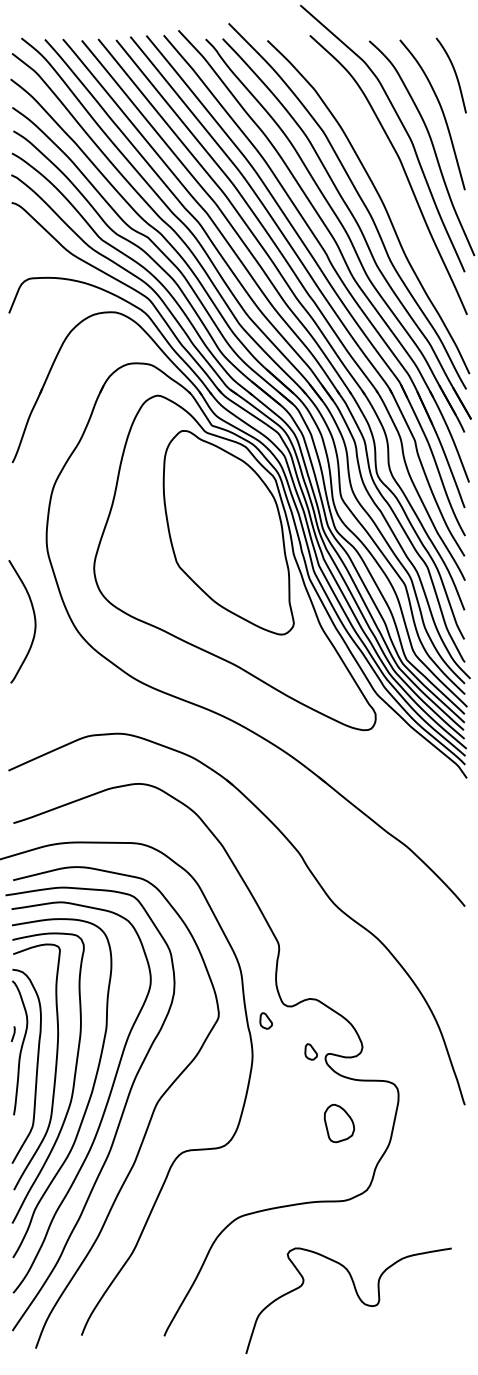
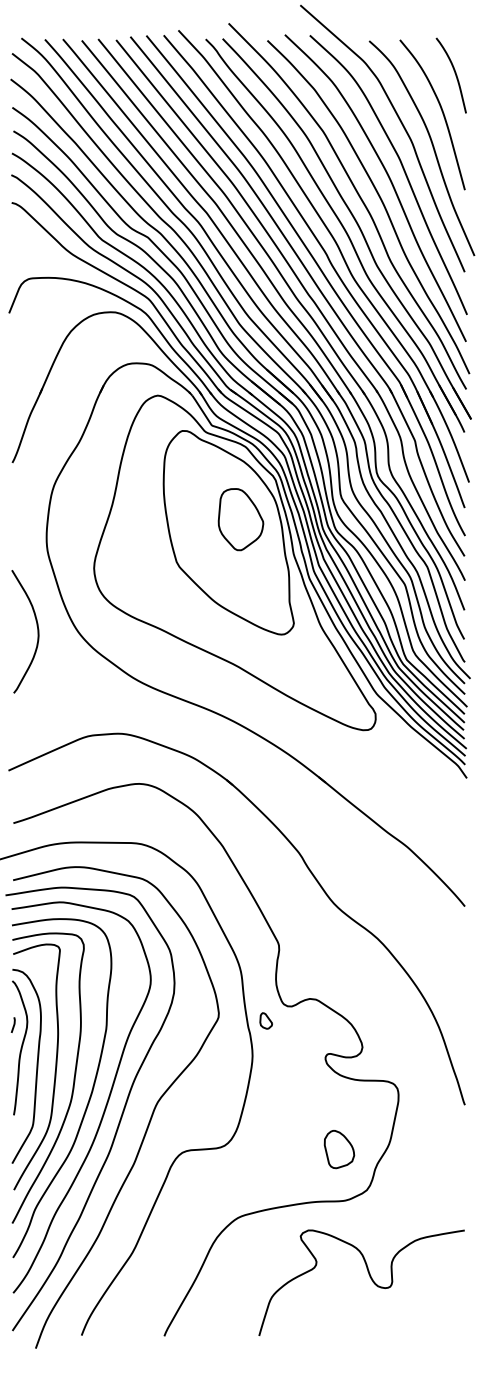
curve at (389, 180): none -> present
part at (240, 519): none -> present
curve at (34, 621) position: (34, 621) -> (37, 631)
curve at (13, 1033) position: (13, 1033) -> (13, 1024)
part at (310, 1051): present -> none
part at (339, 1123) position: (339, 1123) -> (339, 1149)
curve at (356, 1295) position: (356, 1295) -> (369, 1277)
